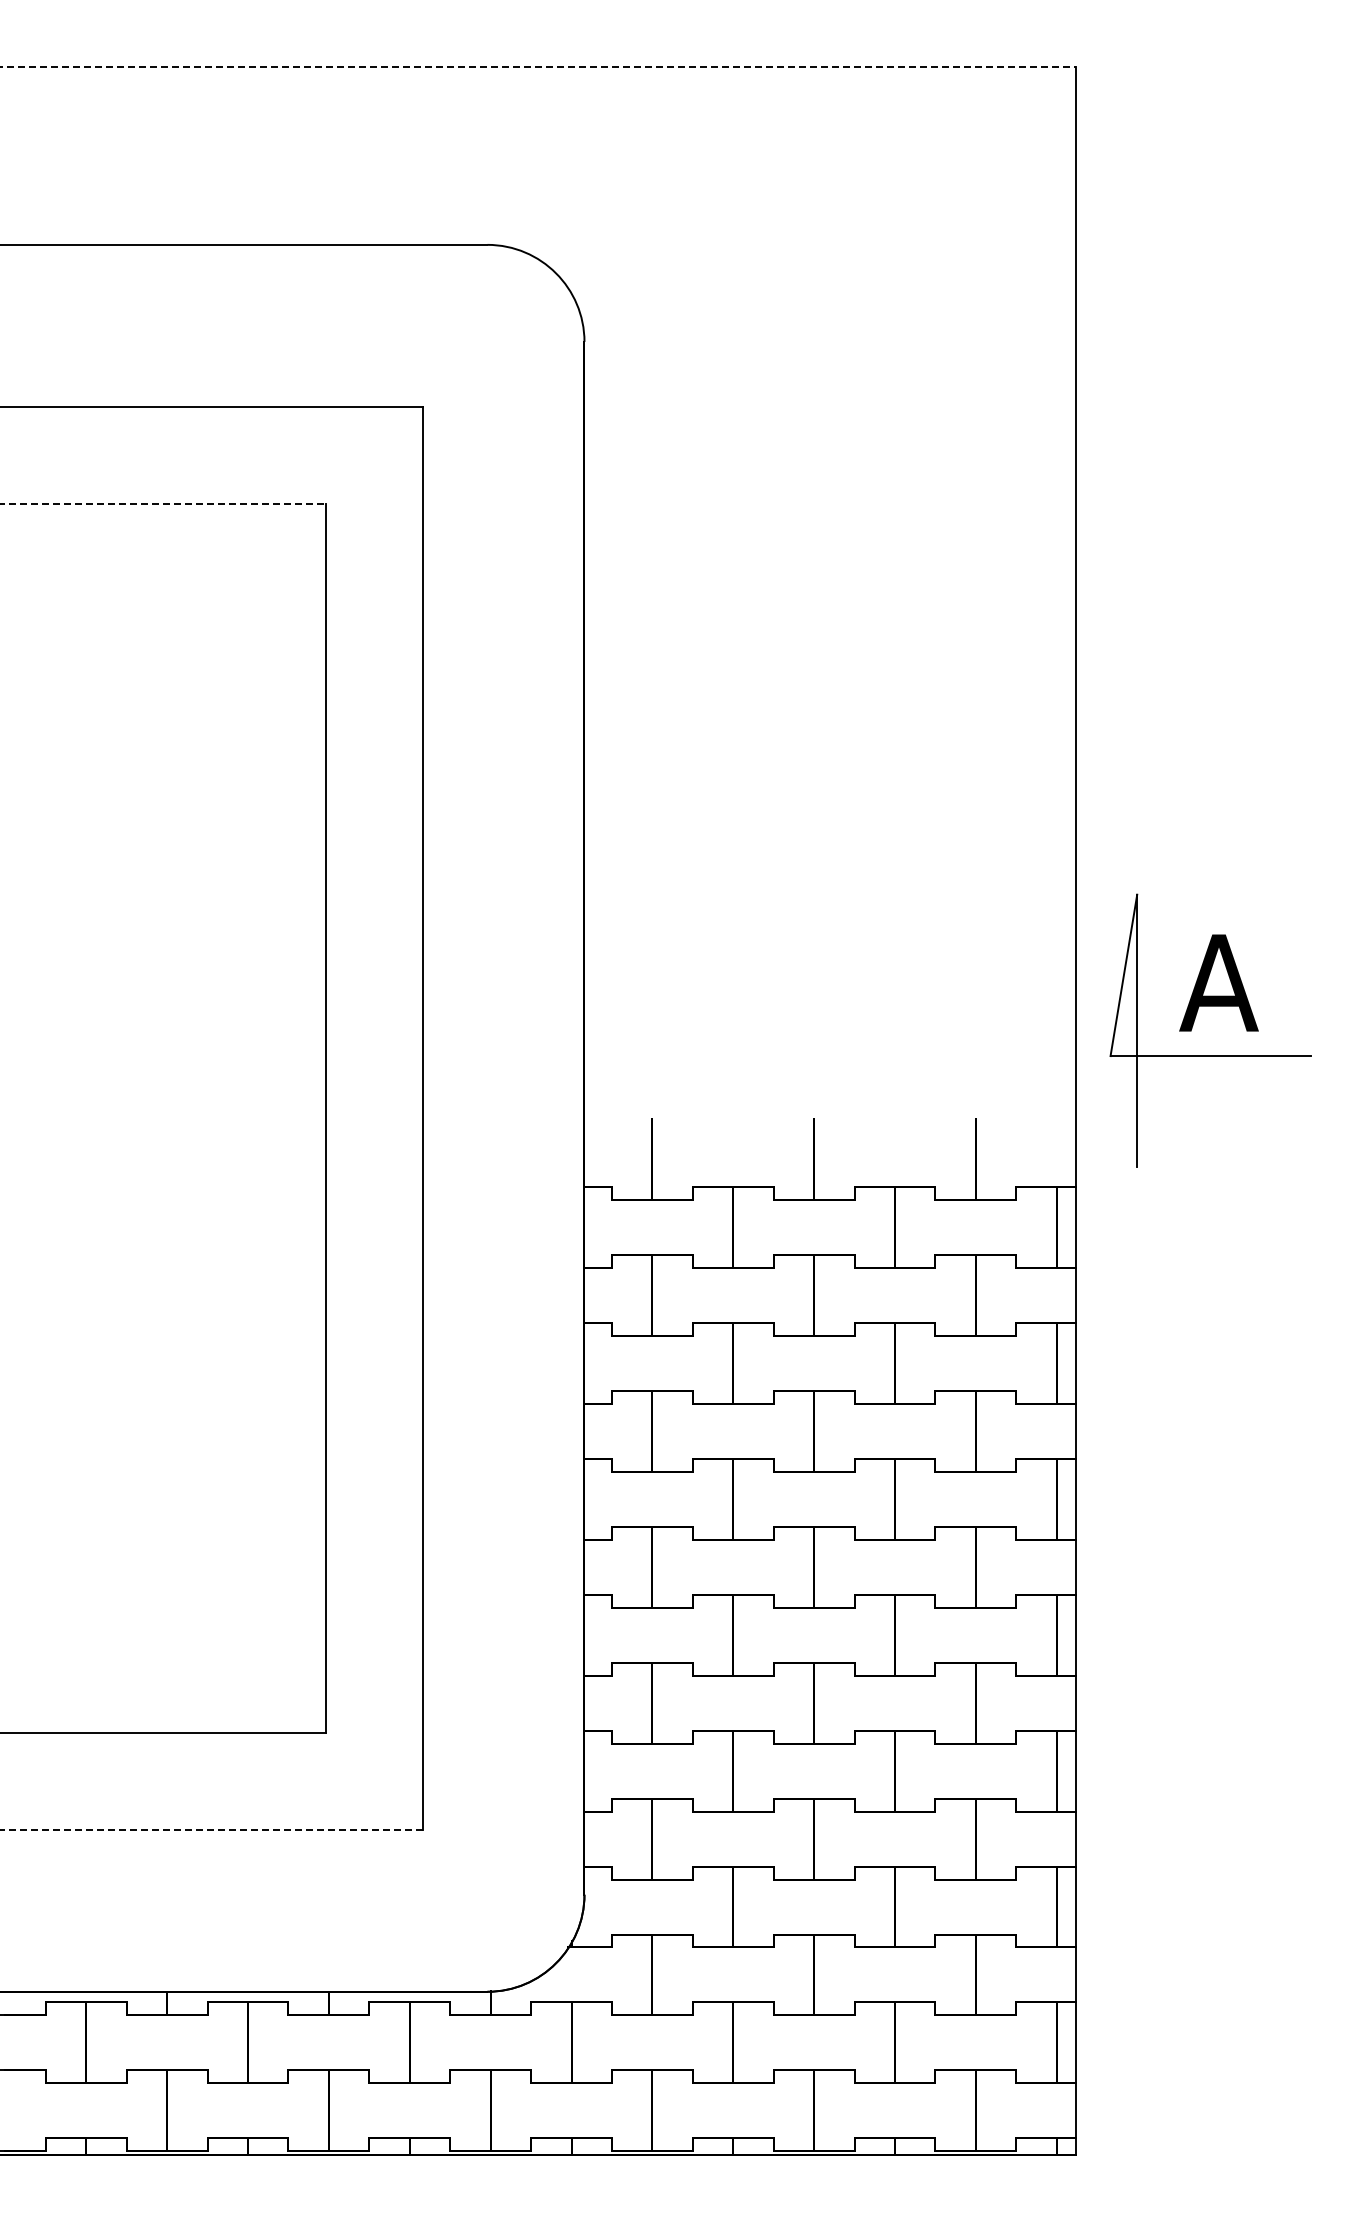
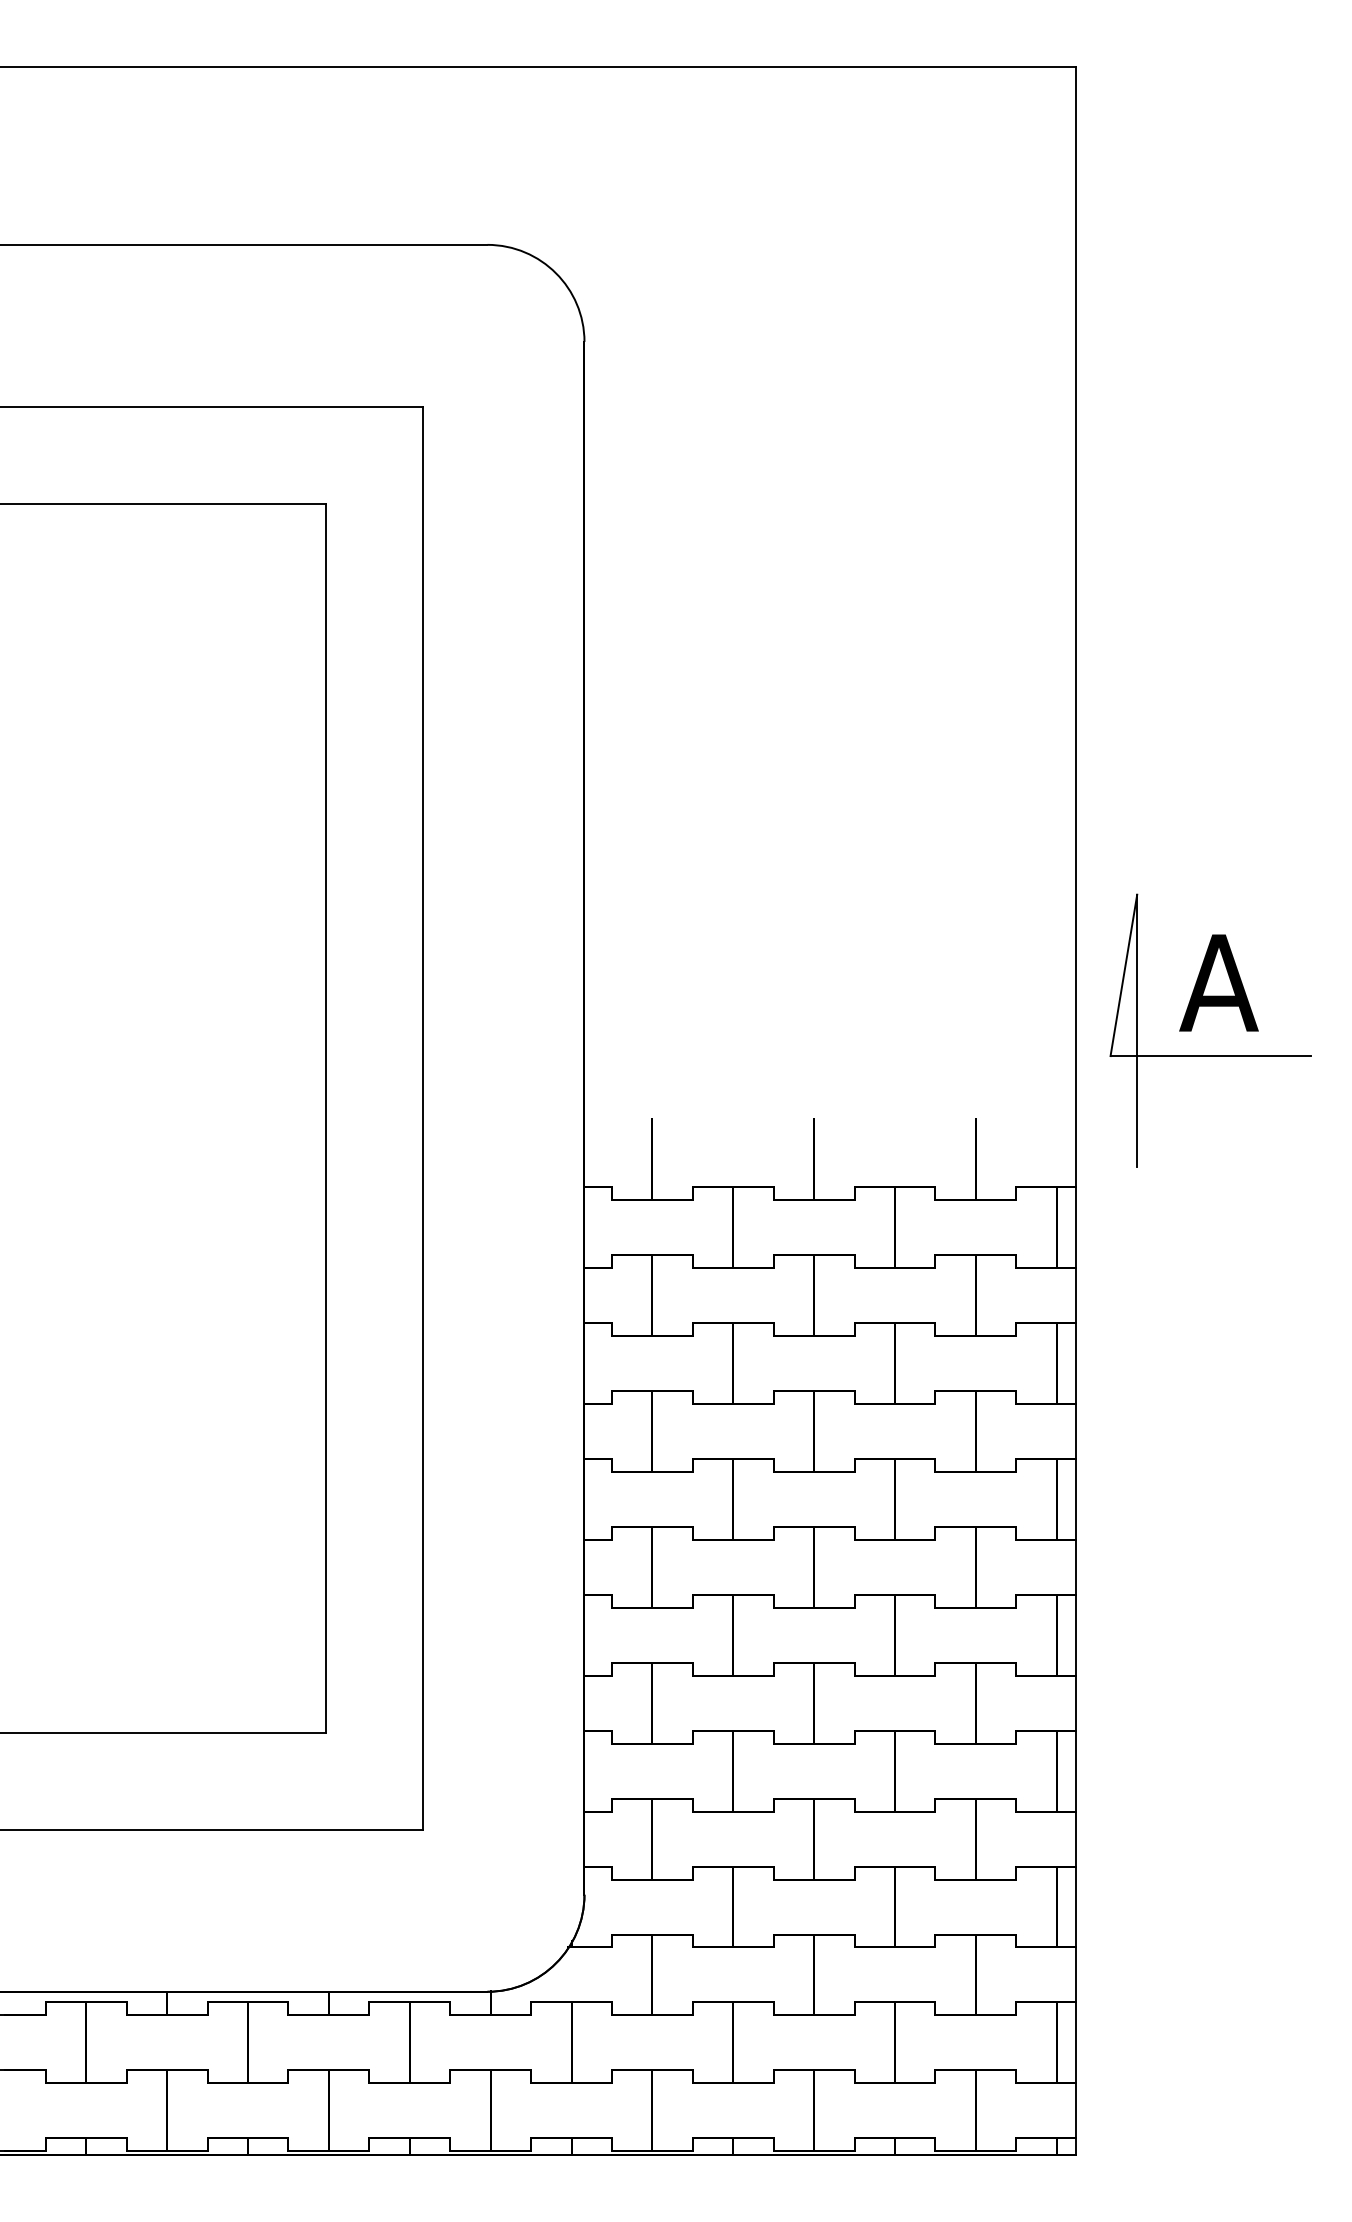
line at (538, 66): dashed -> solid
line at (163, 503): dashed -> solid
line at (211, 1830): dashed -> solid
